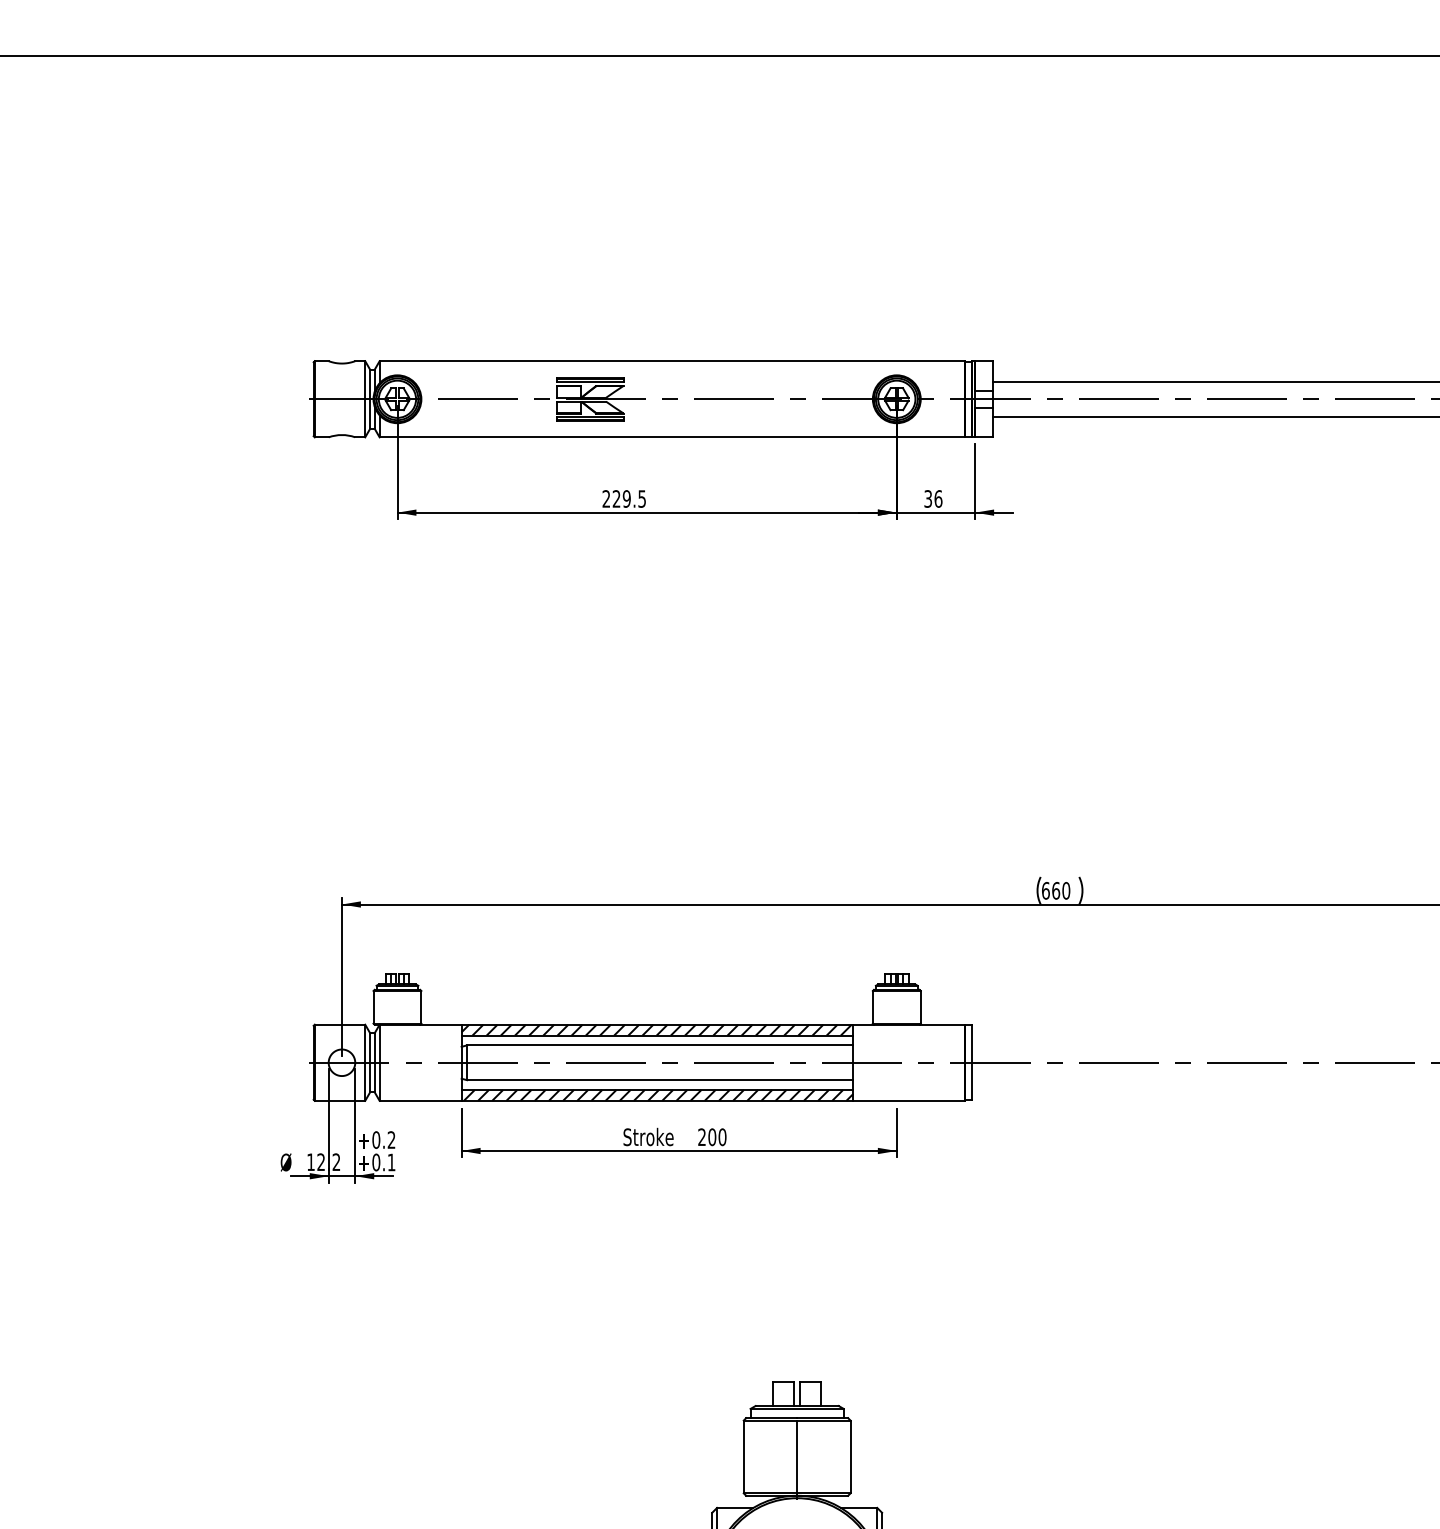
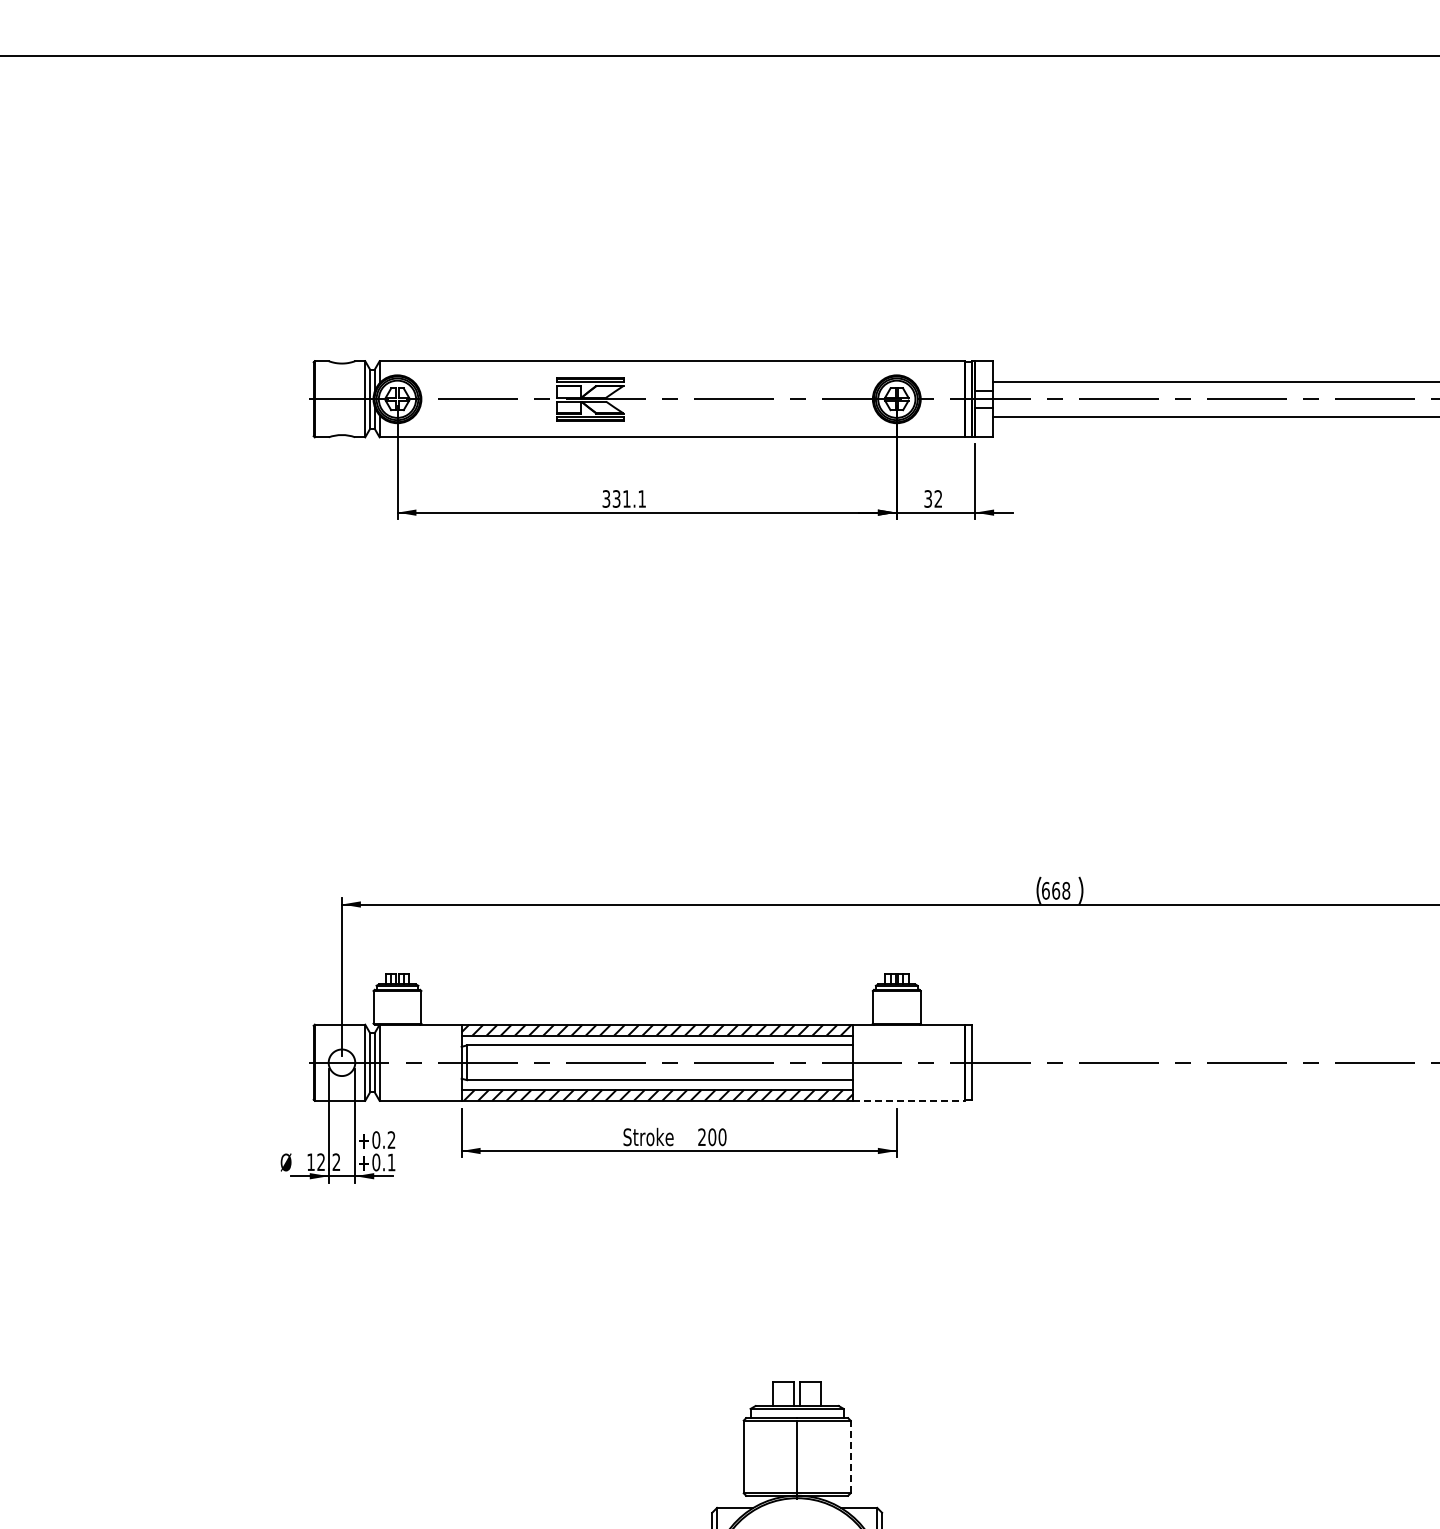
text at (623, 498): 229.5 -> 331.1
text at (938, 498): 36 -> 32
text at (1066, 890): 660 -> 668
line at (909, 1100): solid -> dashed
line at (850, 1456): solid -> dashed
